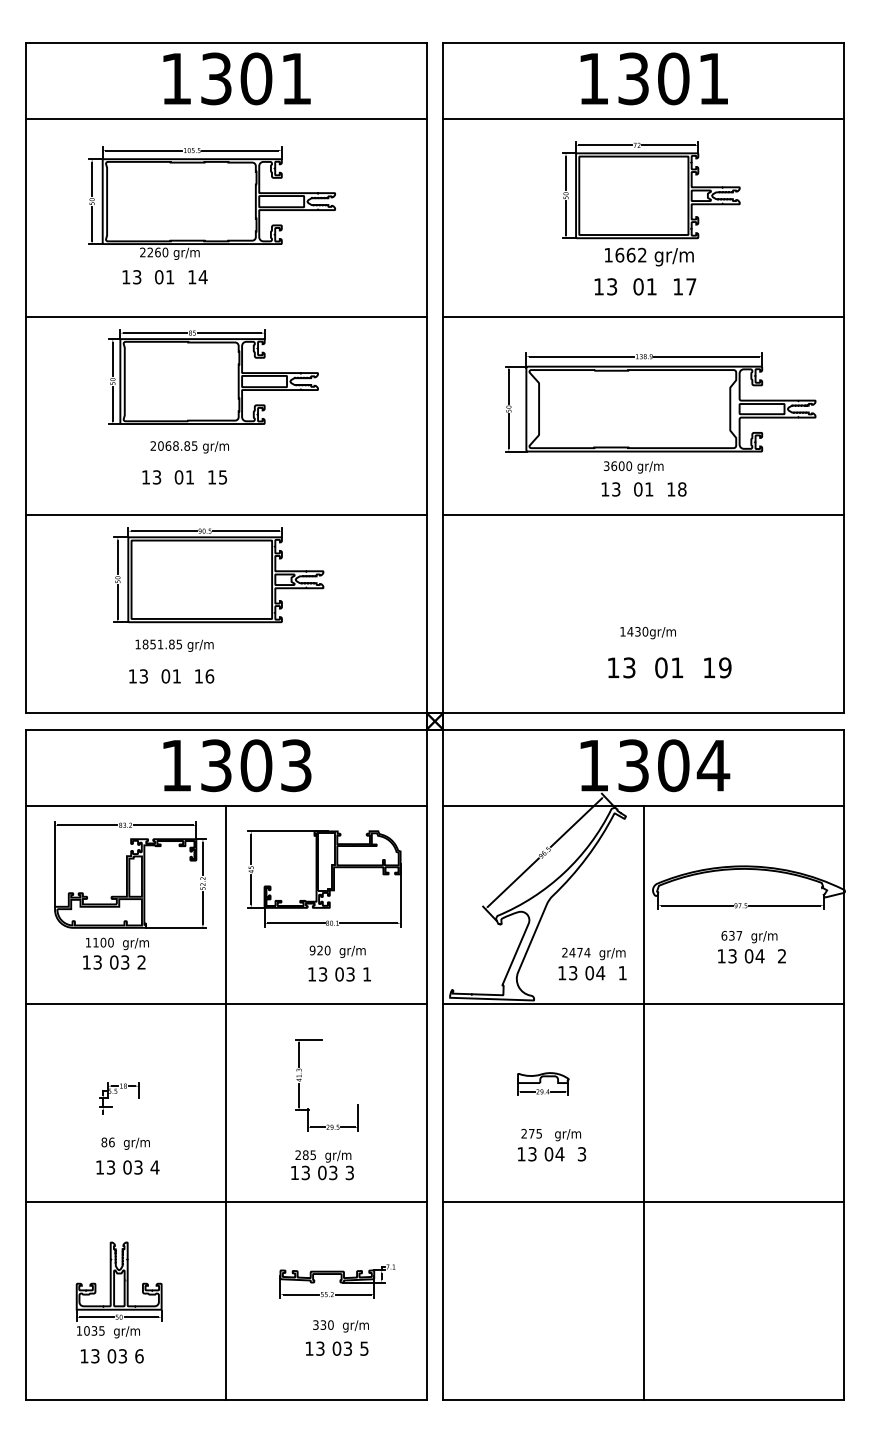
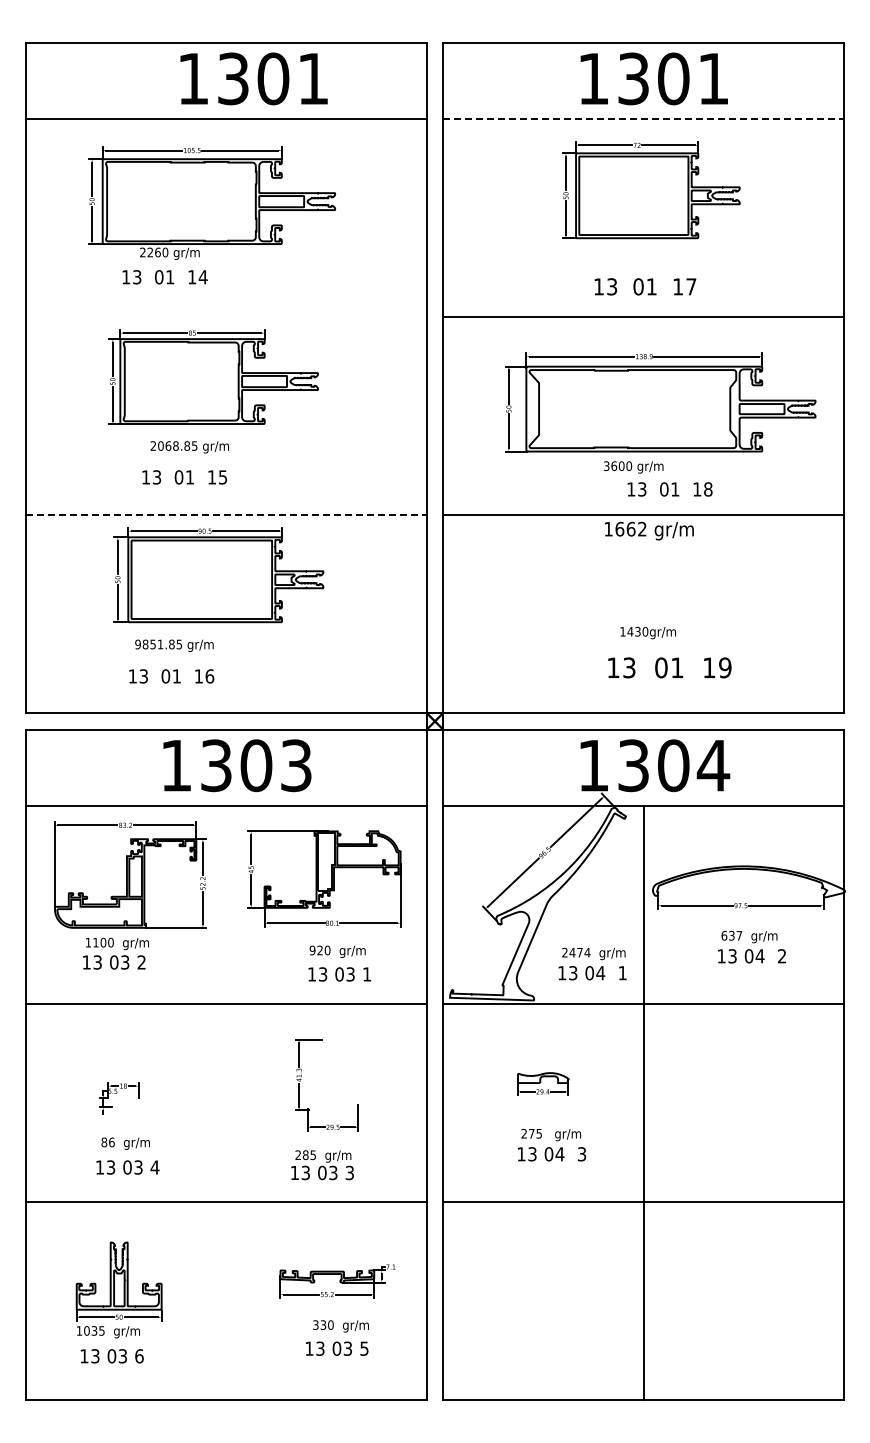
text at (236, 78) position: (236, 78) -> (253, 78)
line at (644, 118): solid -> dashed
text at (649, 256) position: (649, 256) -> (649, 530)
line at (226, 316): present -> none
text at (643, 489) position: (643, 489) -> (669, 489)
line at (226, 514): solid -> dashed
text at (137, 644): 1851.85 -> 9851.85
line at (226, 1102): present -> none
